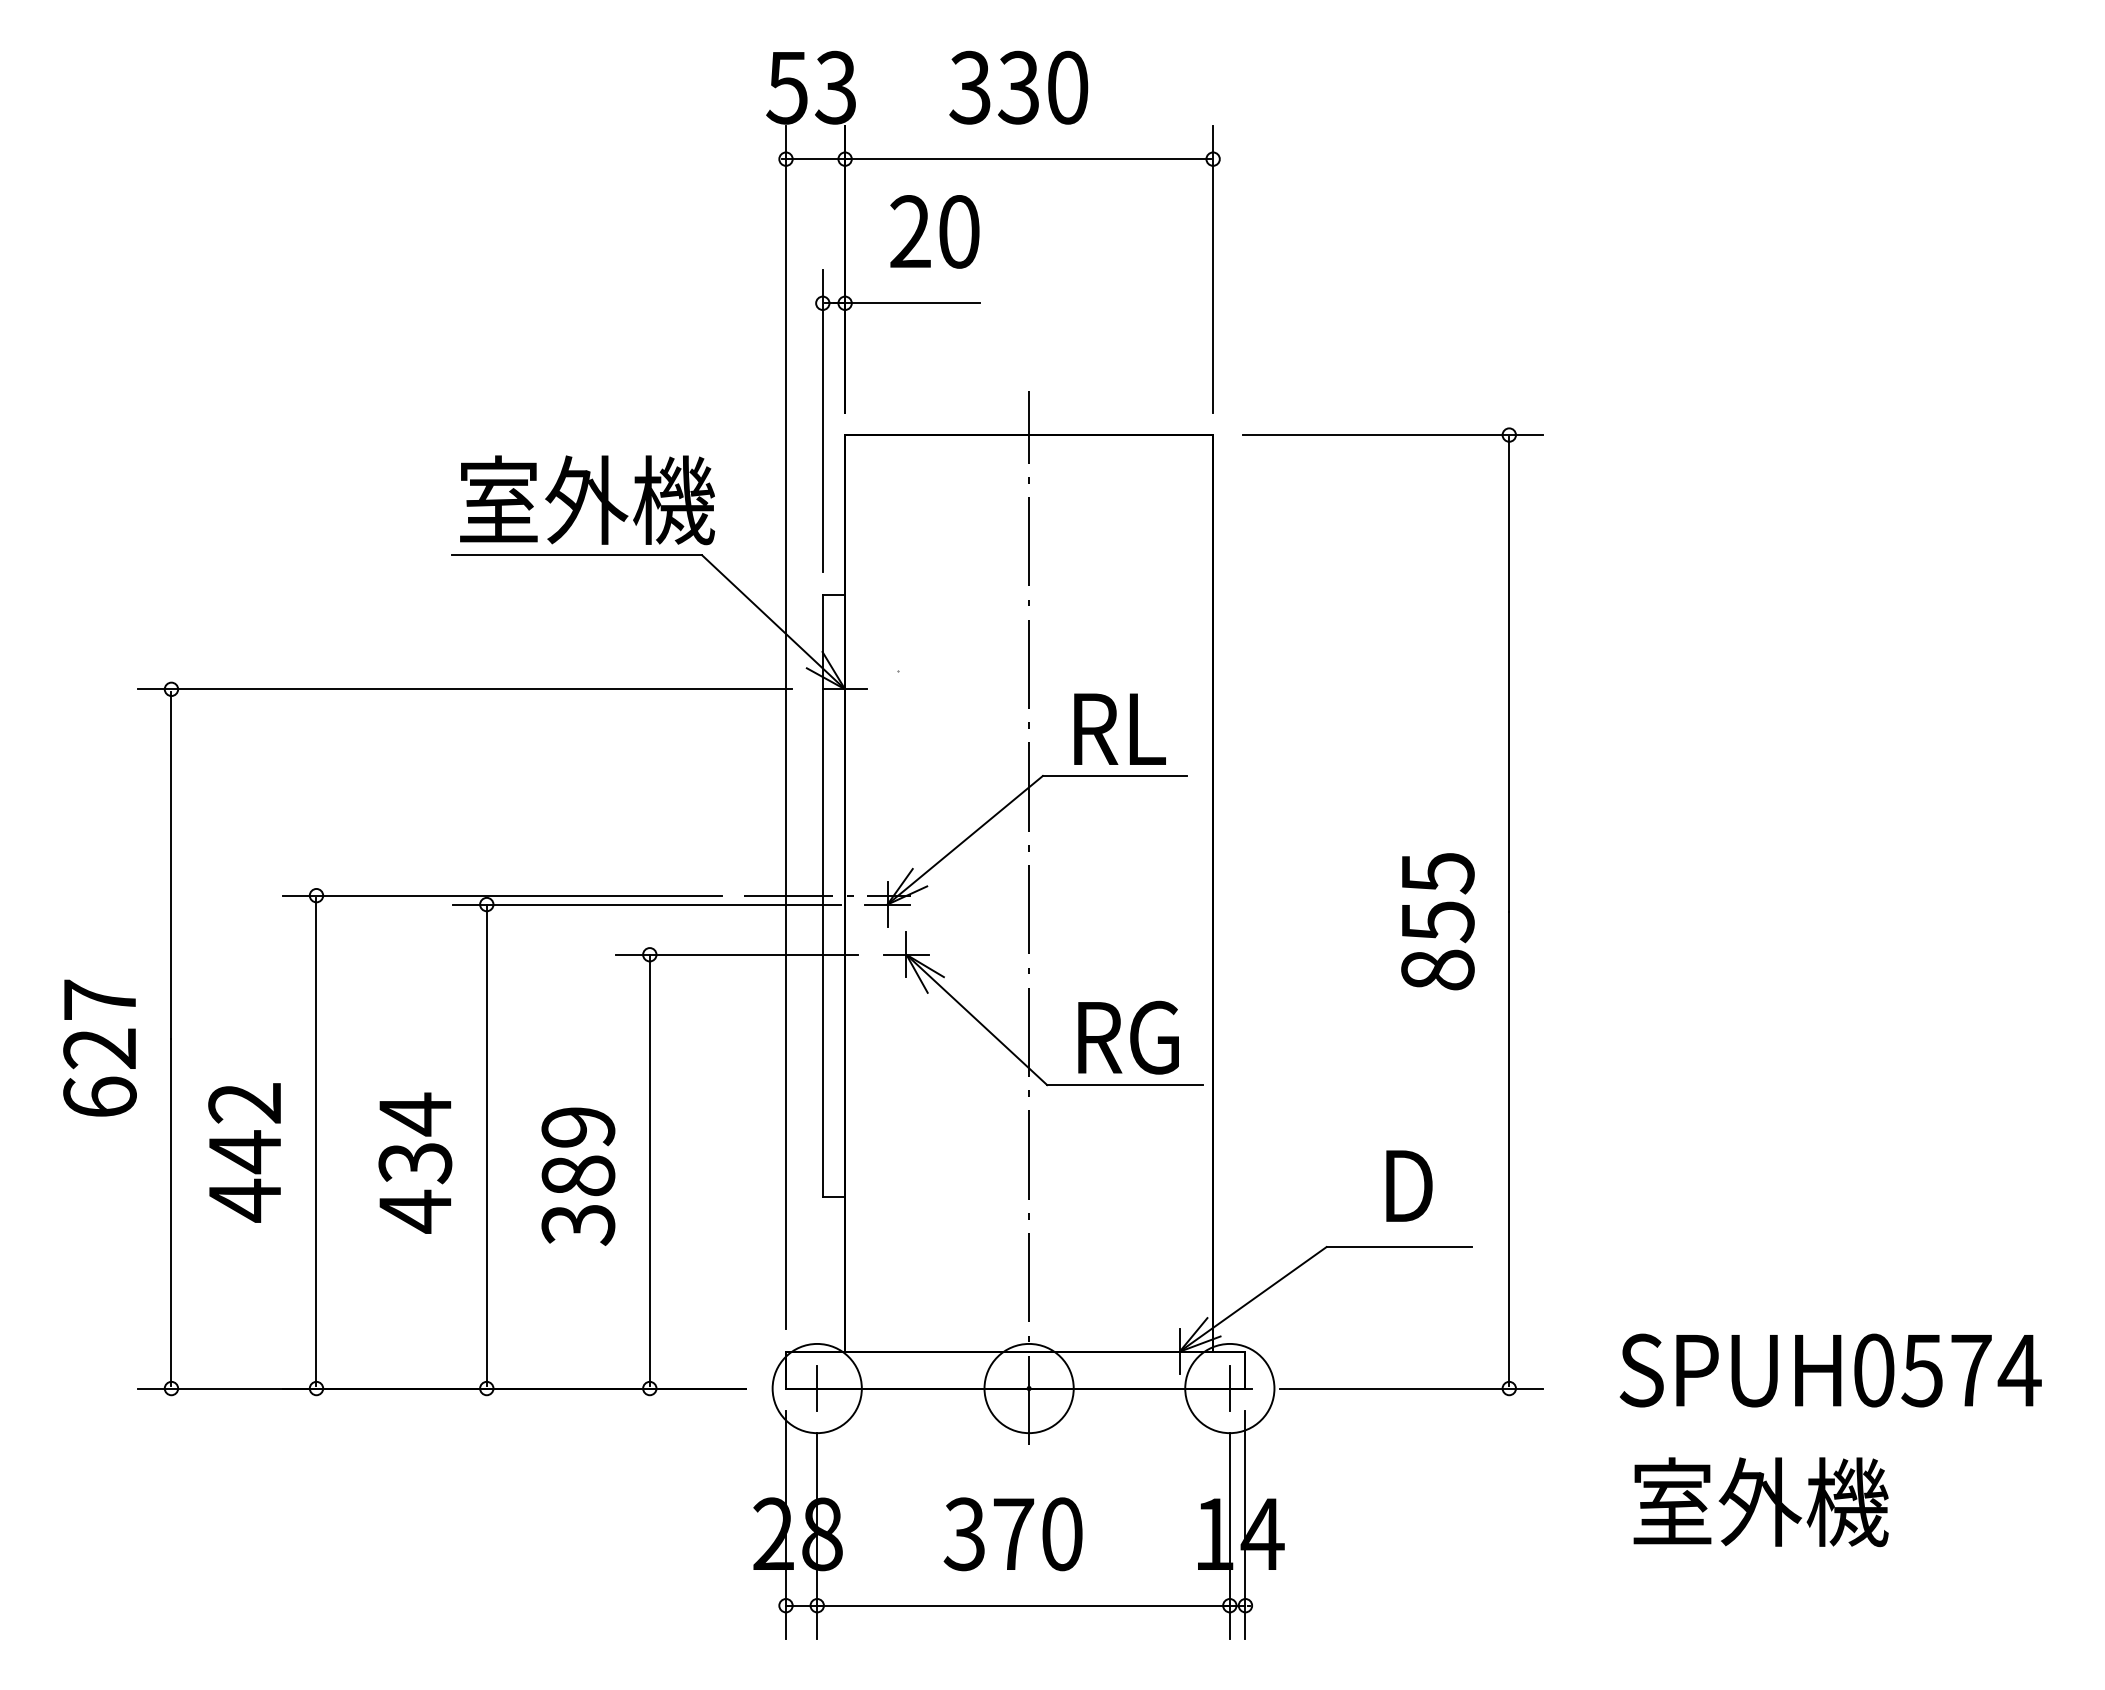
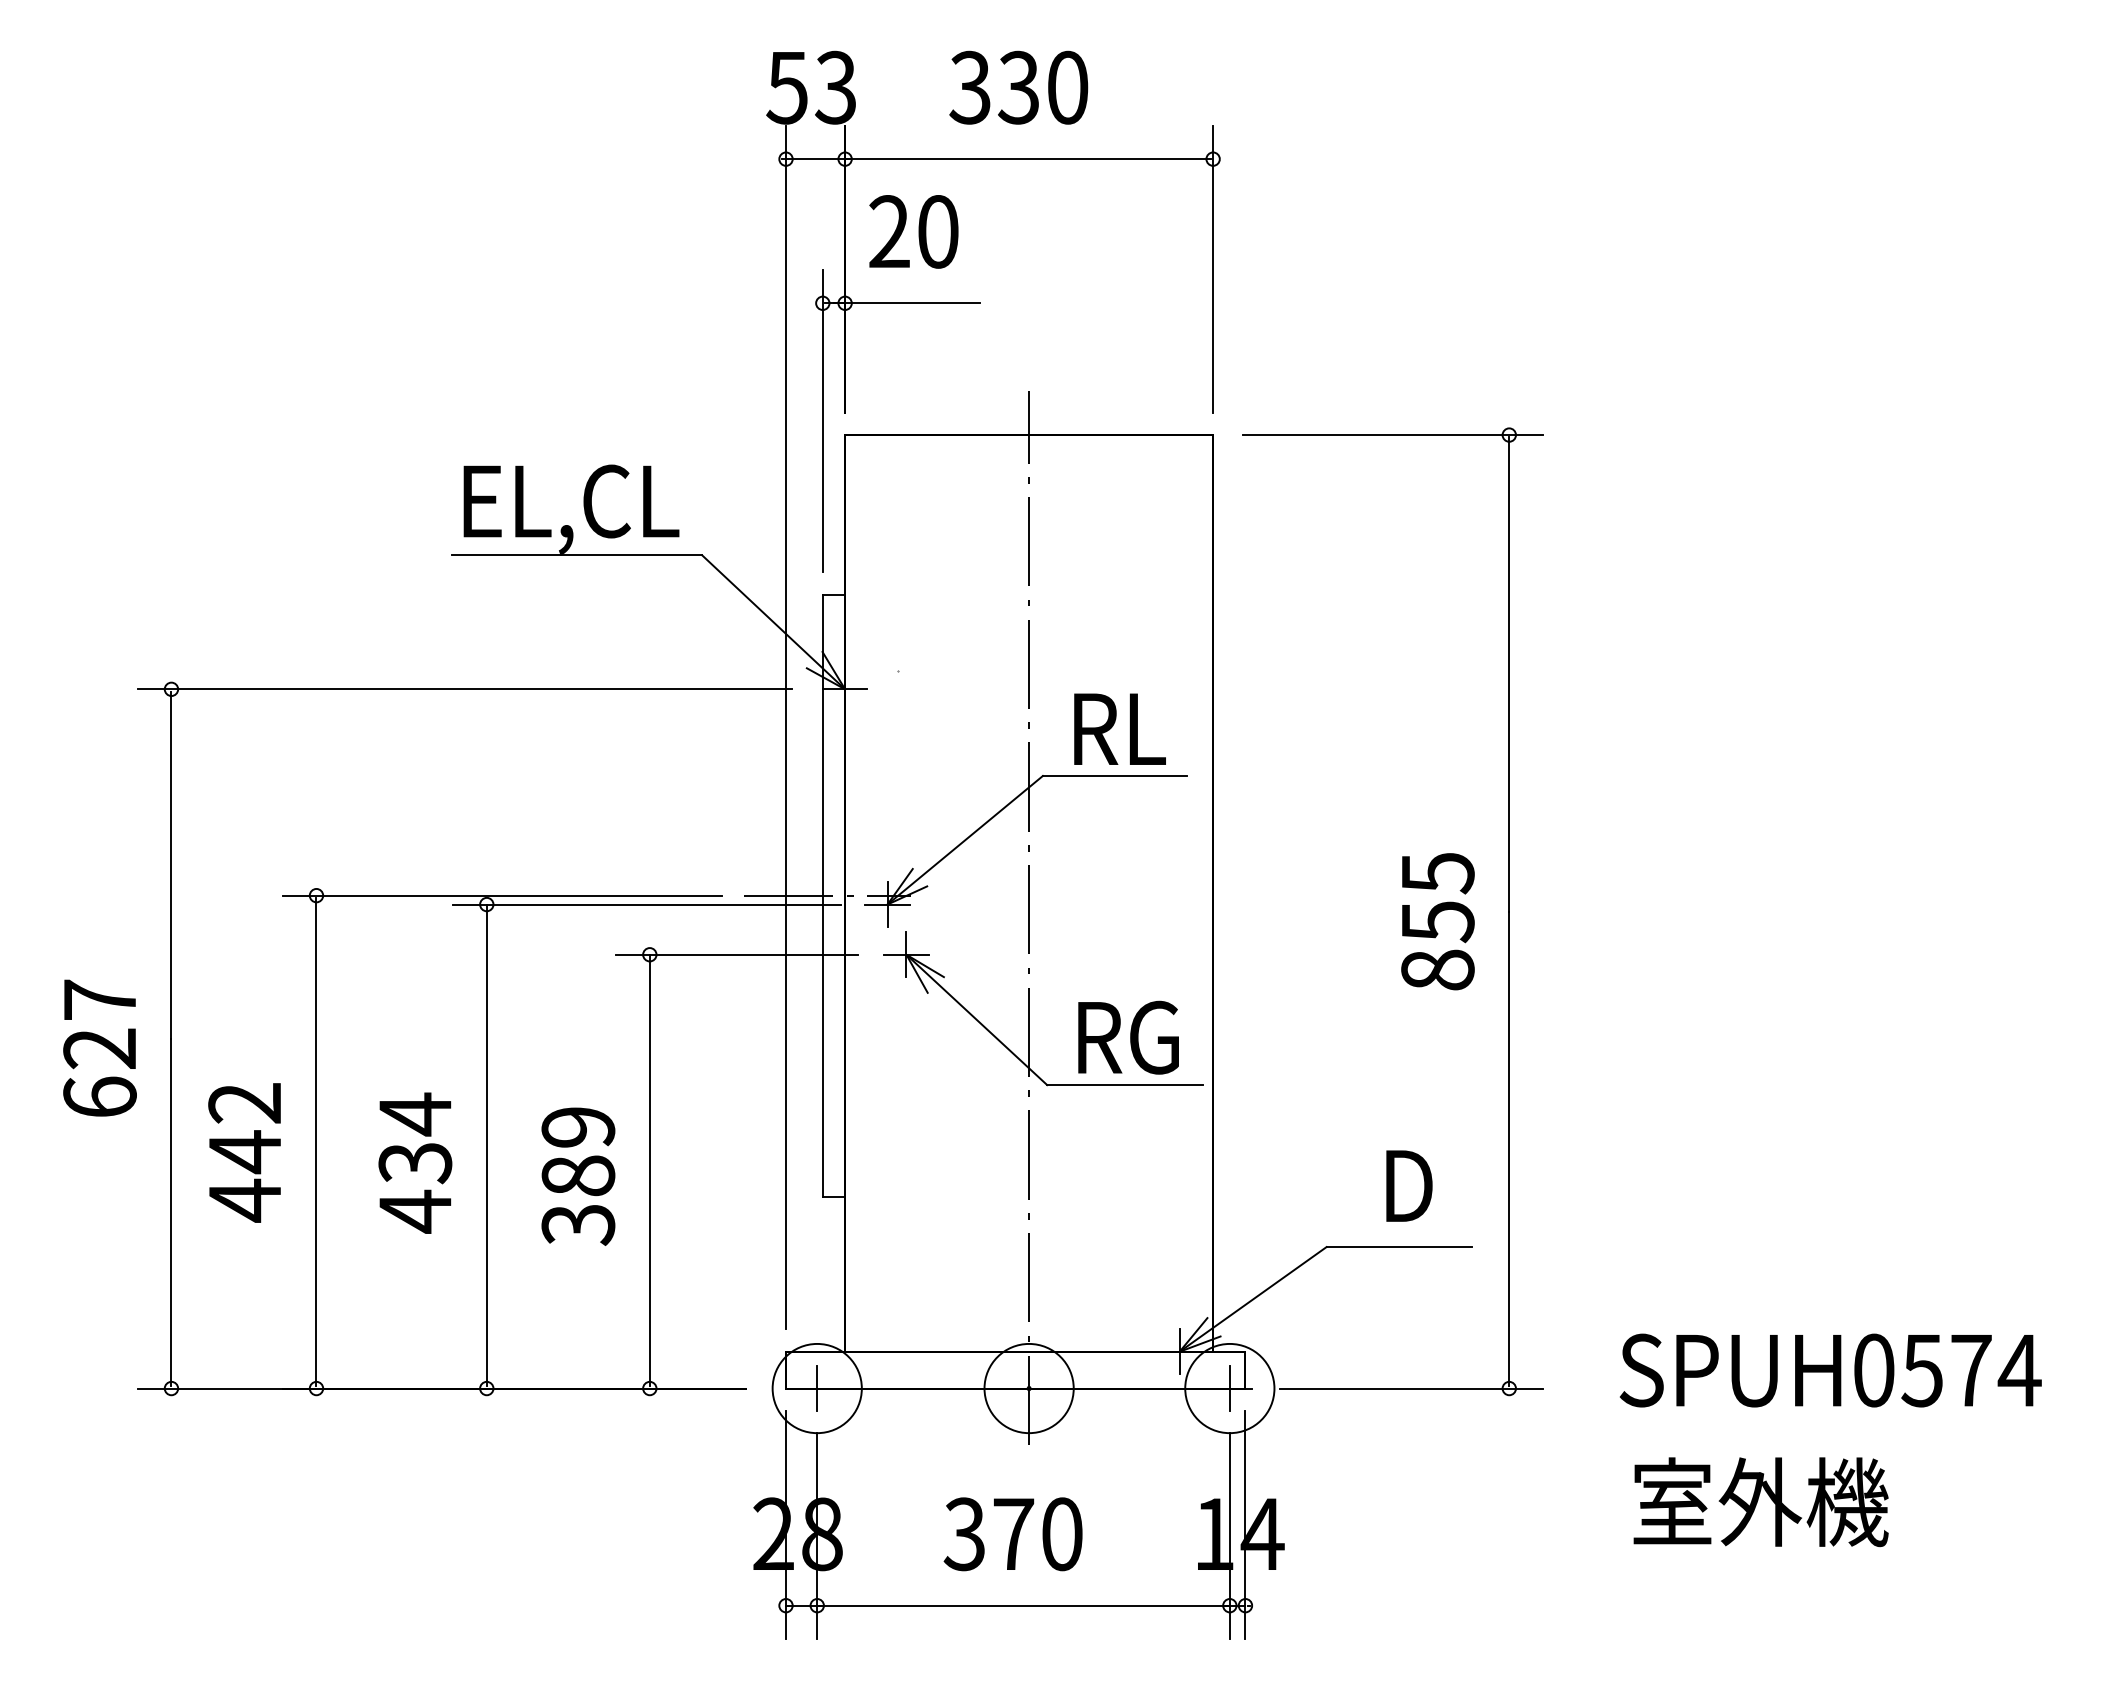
text at (934, 231) position: (934, 231) -> (913, 231)
text at (587, 504): 室外機 -> EL,CL
